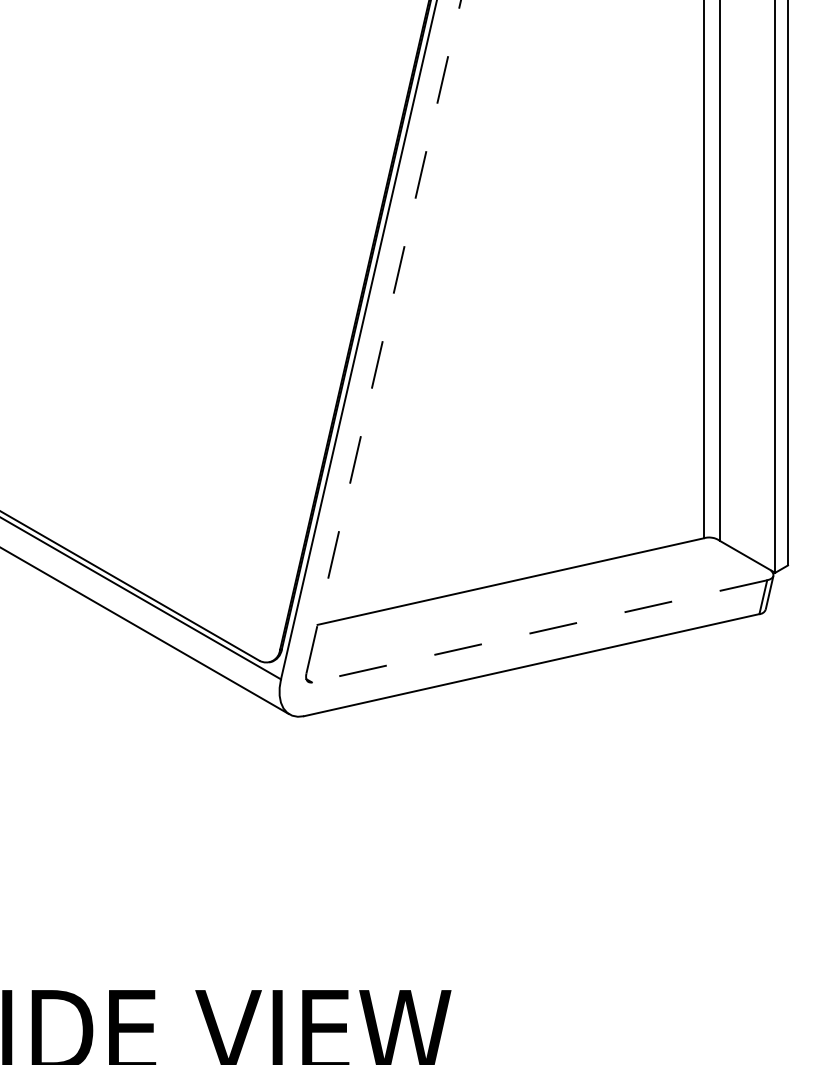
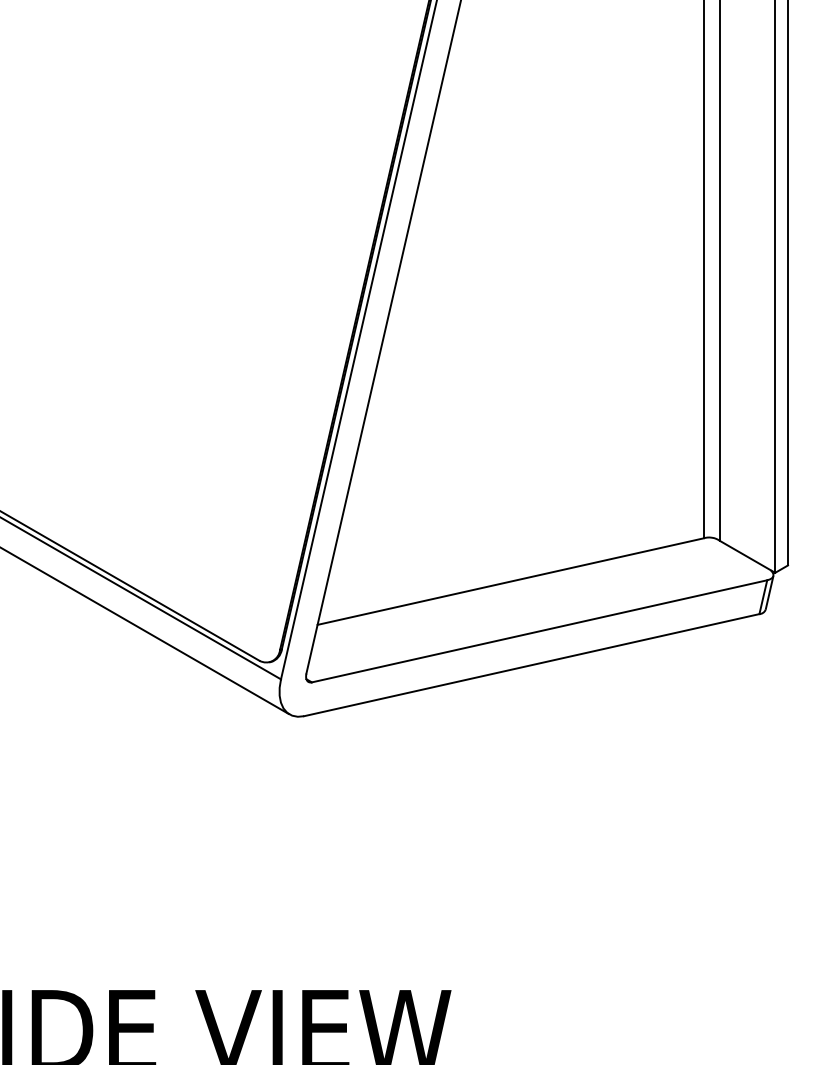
line at (383, 336): dashed -> solid
line at (539, 631): dashed -> solid
